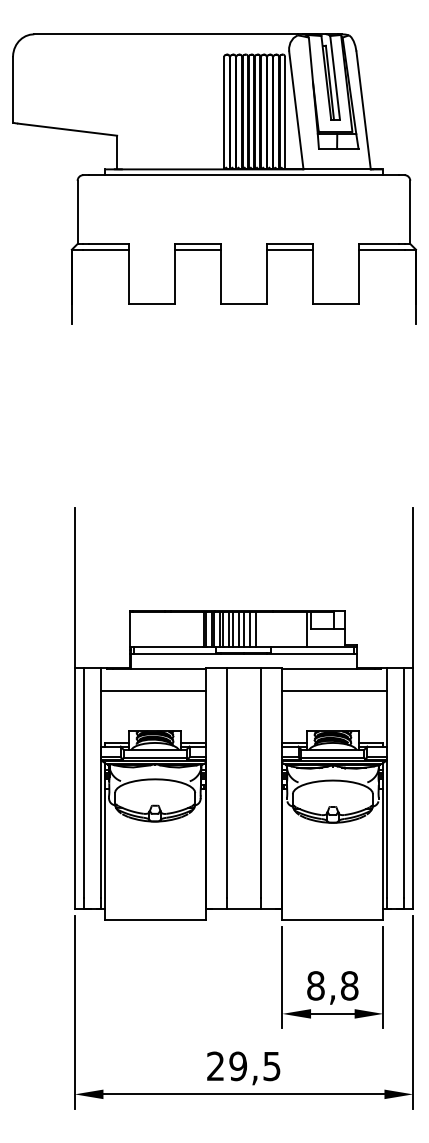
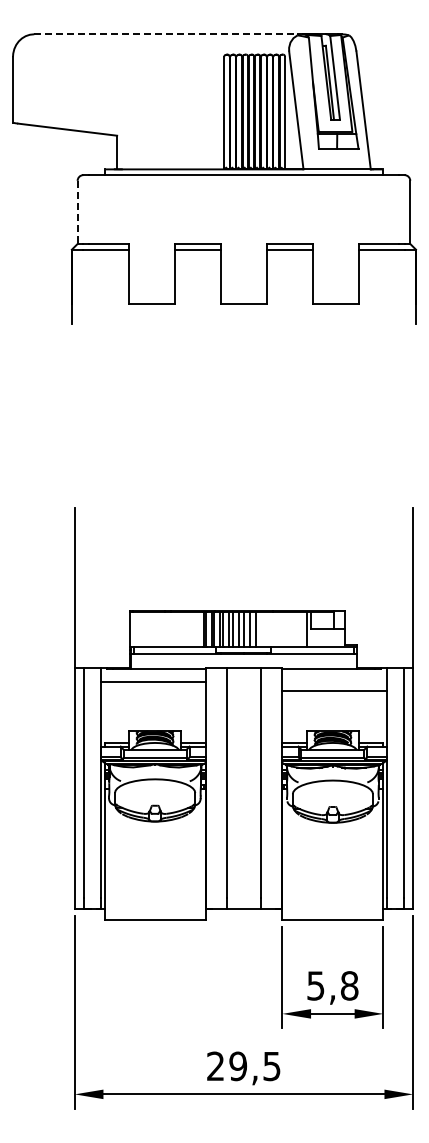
line at (166, 34): solid -> dashed
line at (77, 212): solid -> dashed
line at (153, 691) position: (153, 691) -> (153, 682)
text at (315, 985): 8,8 -> 5,8
